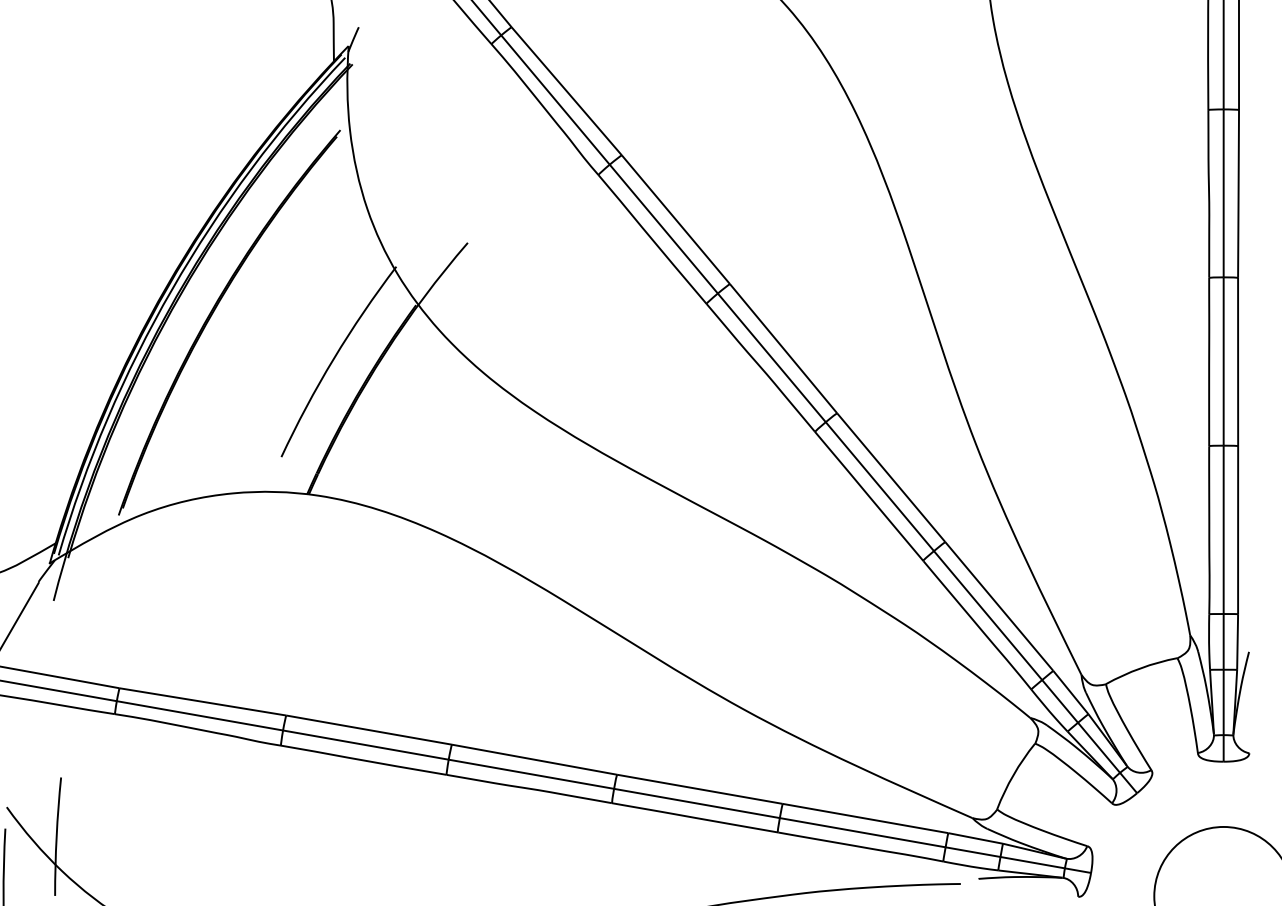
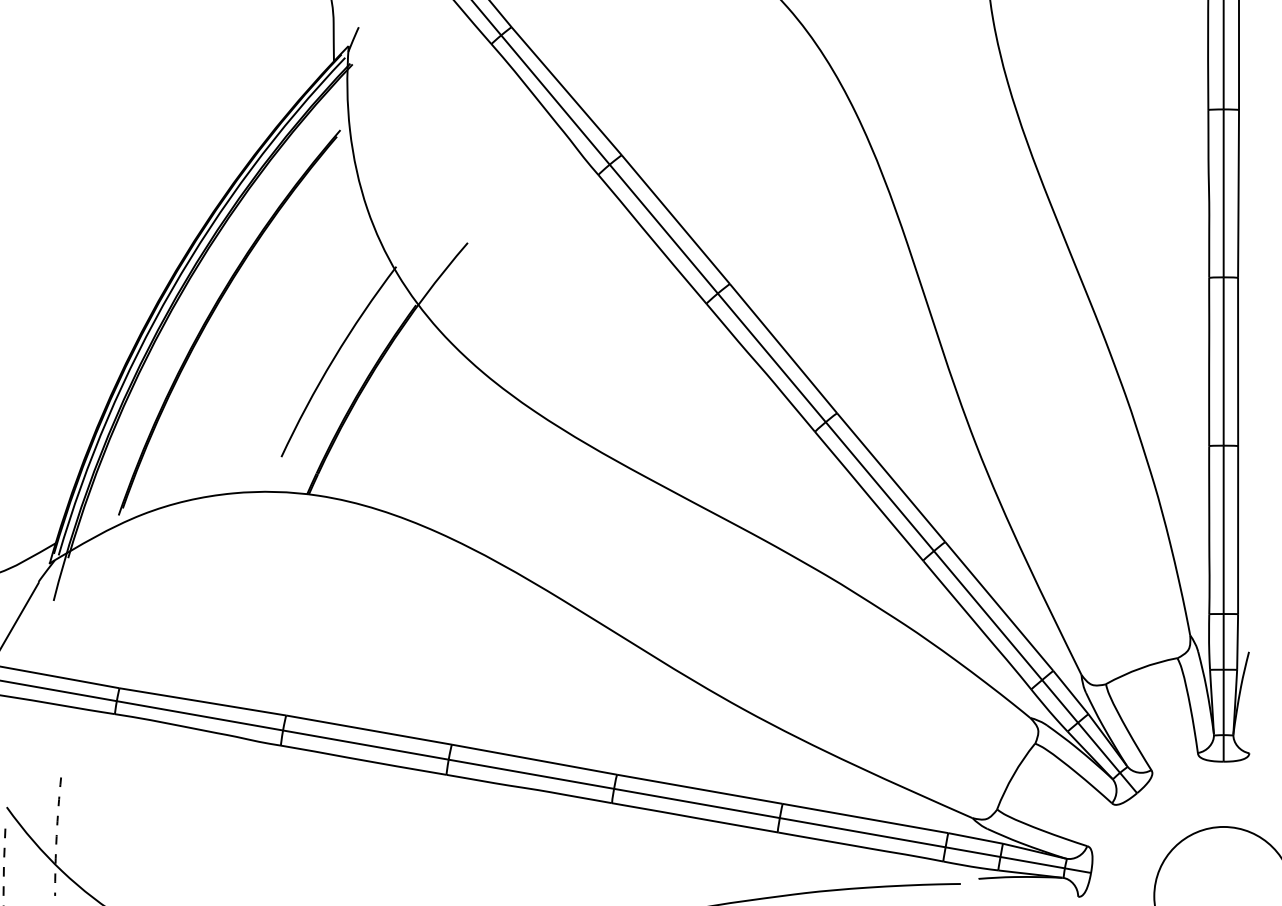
arc at (56, 836): solid -> dashed
arc at (3, 867): solid -> dashed
